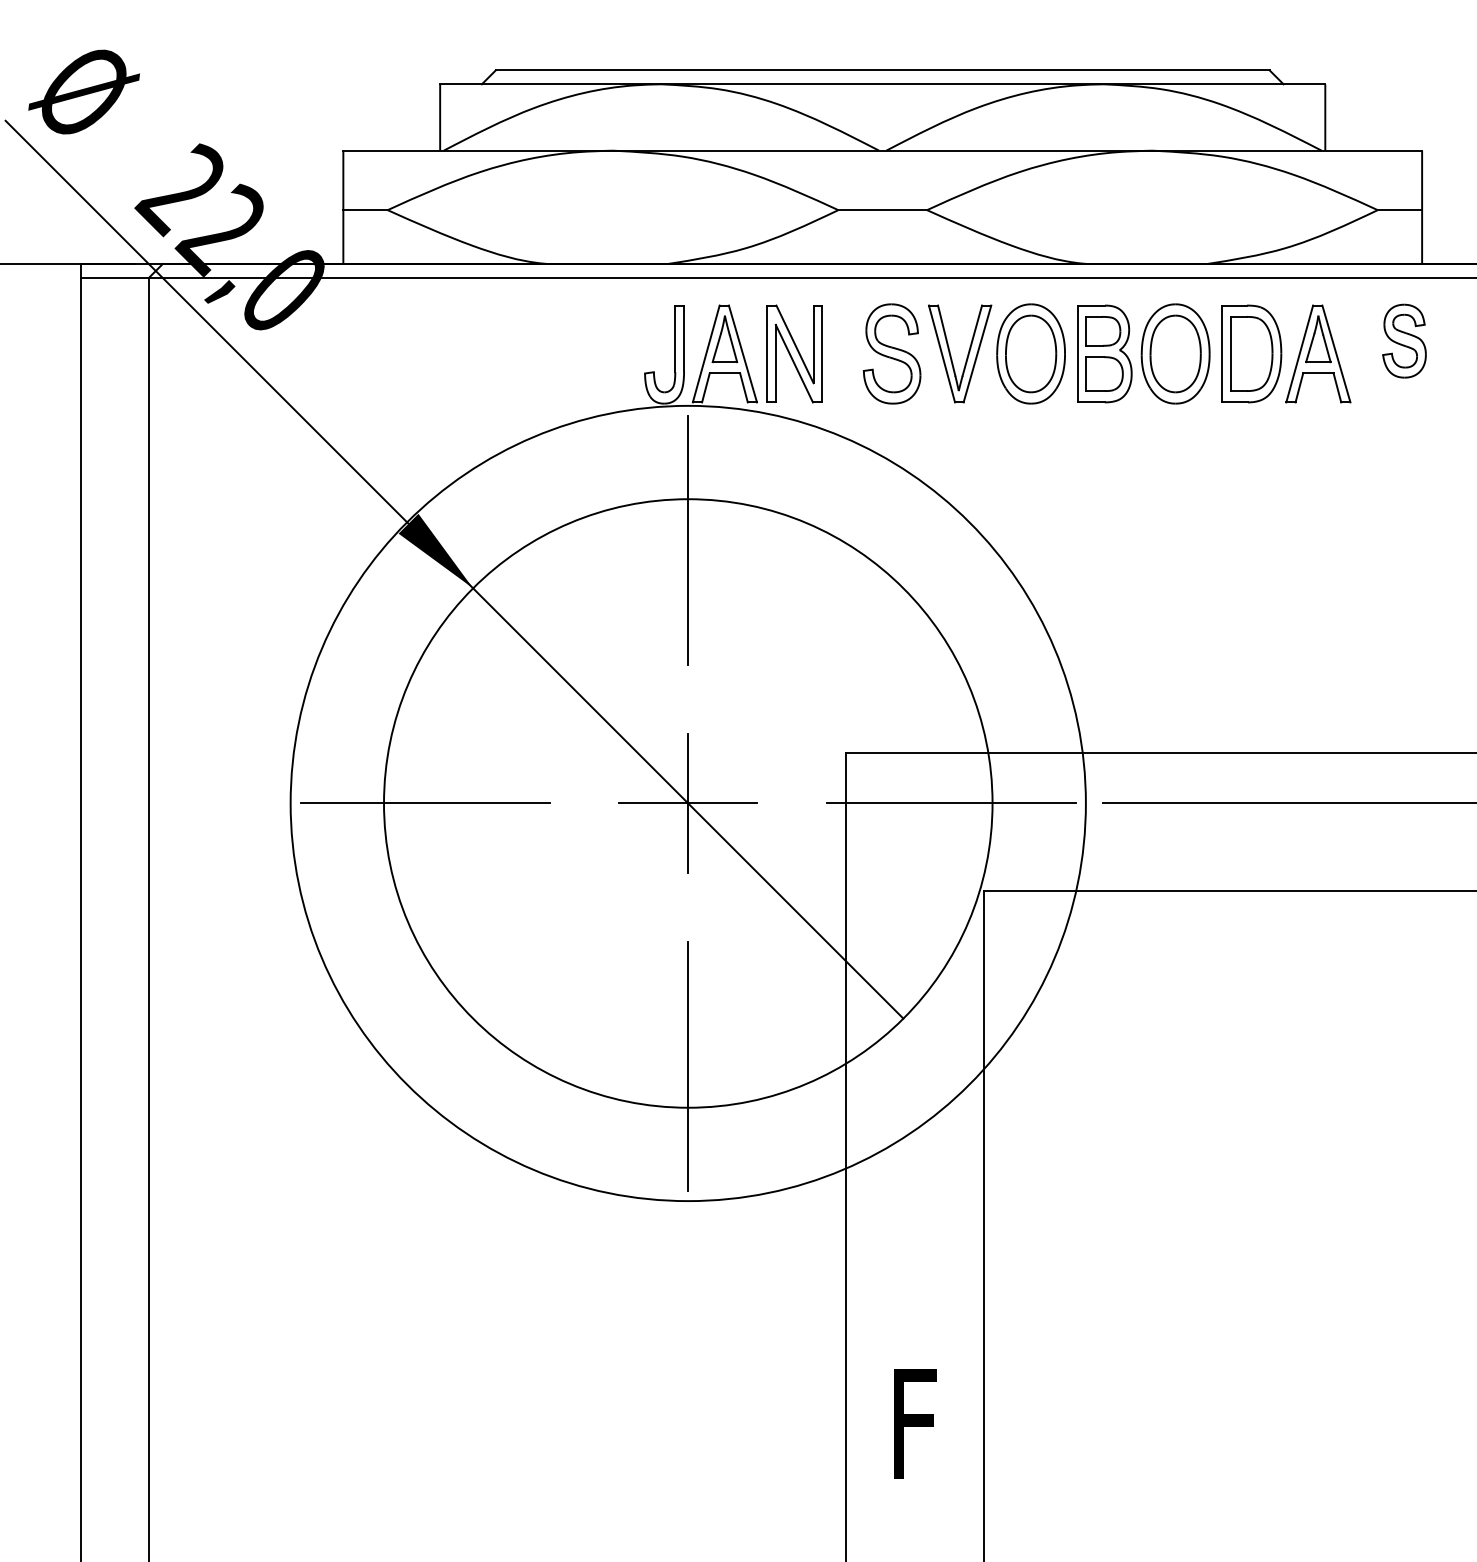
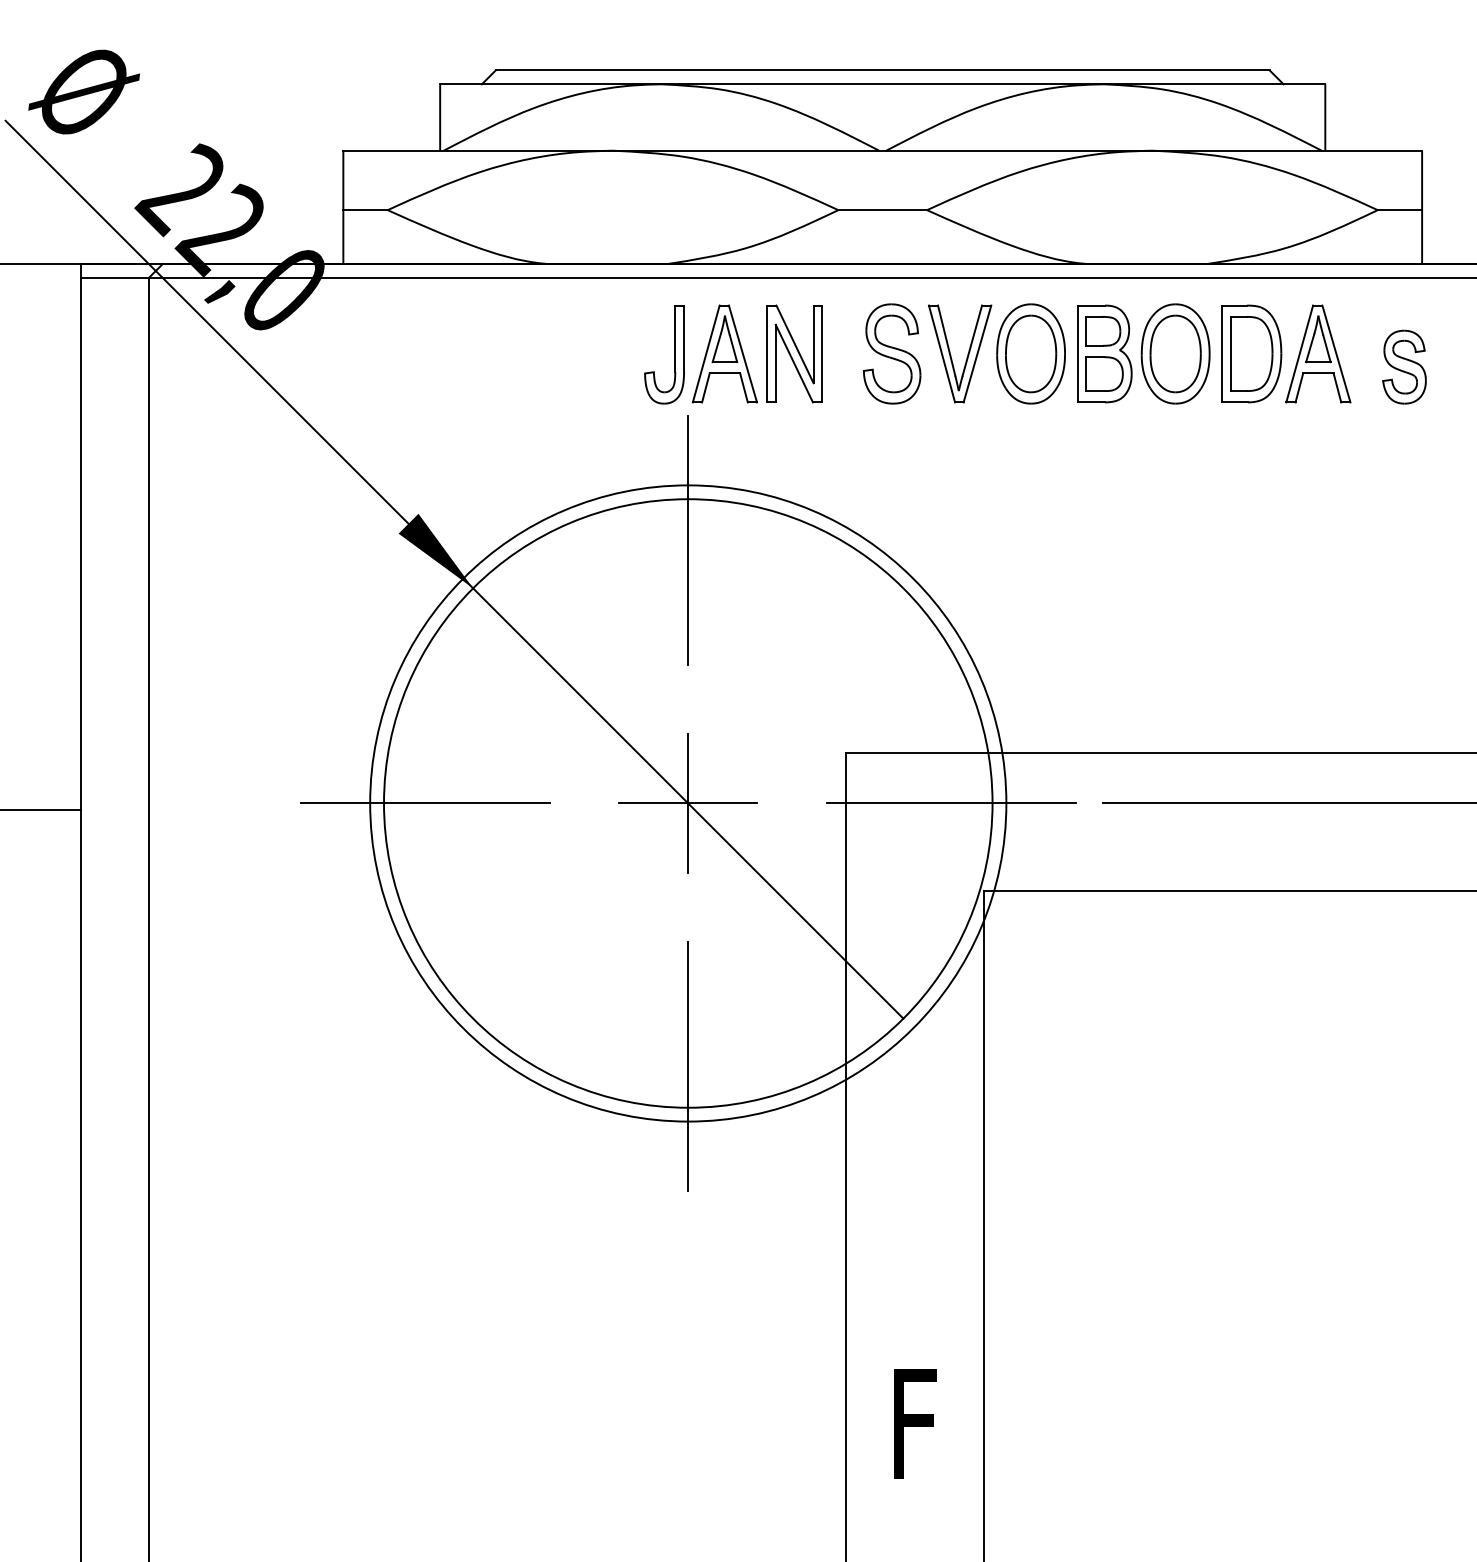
part at (1404, 340) position: (1404, 340) -> (1404, 366)
circle at (687, 803) diameter: 795 px -> 636 px
line at (41, 810): none -> present
